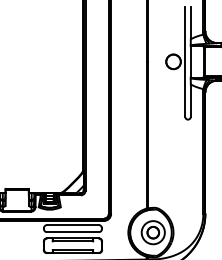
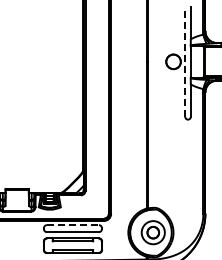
line at (185, 61): solid -> dashed
line at (73, 225): solid -> dashed
